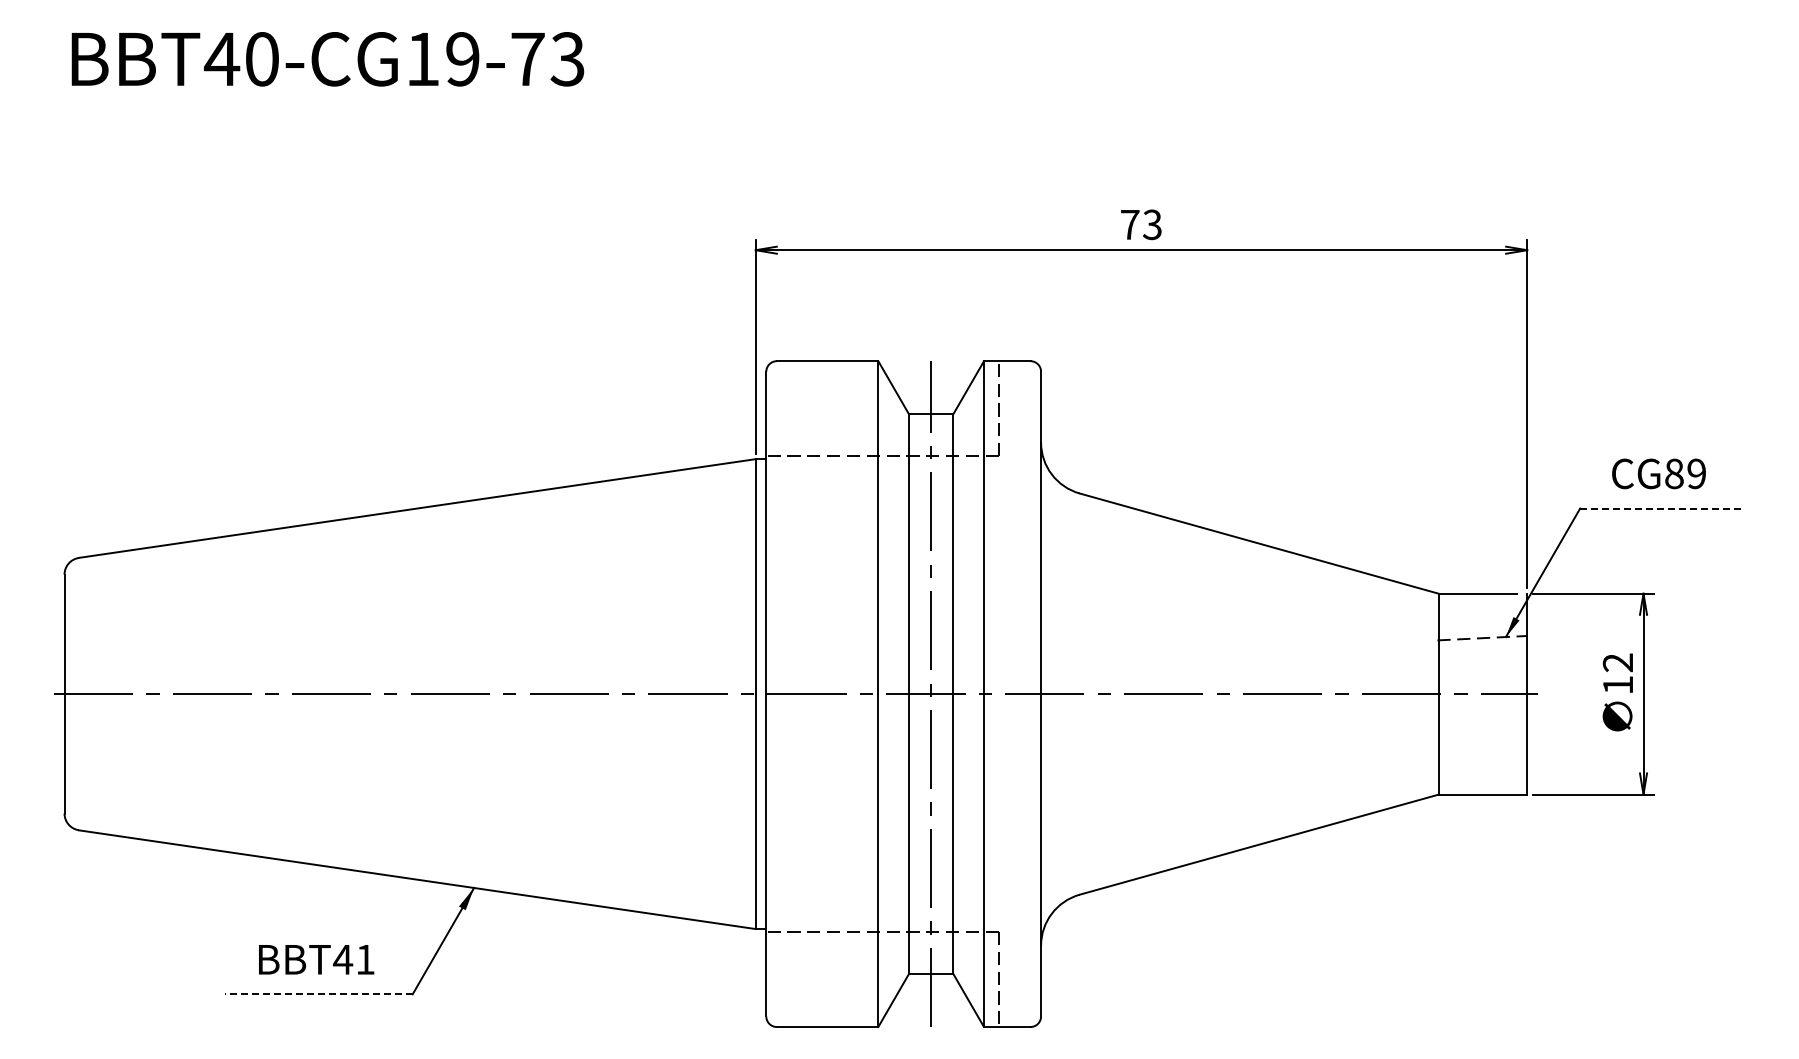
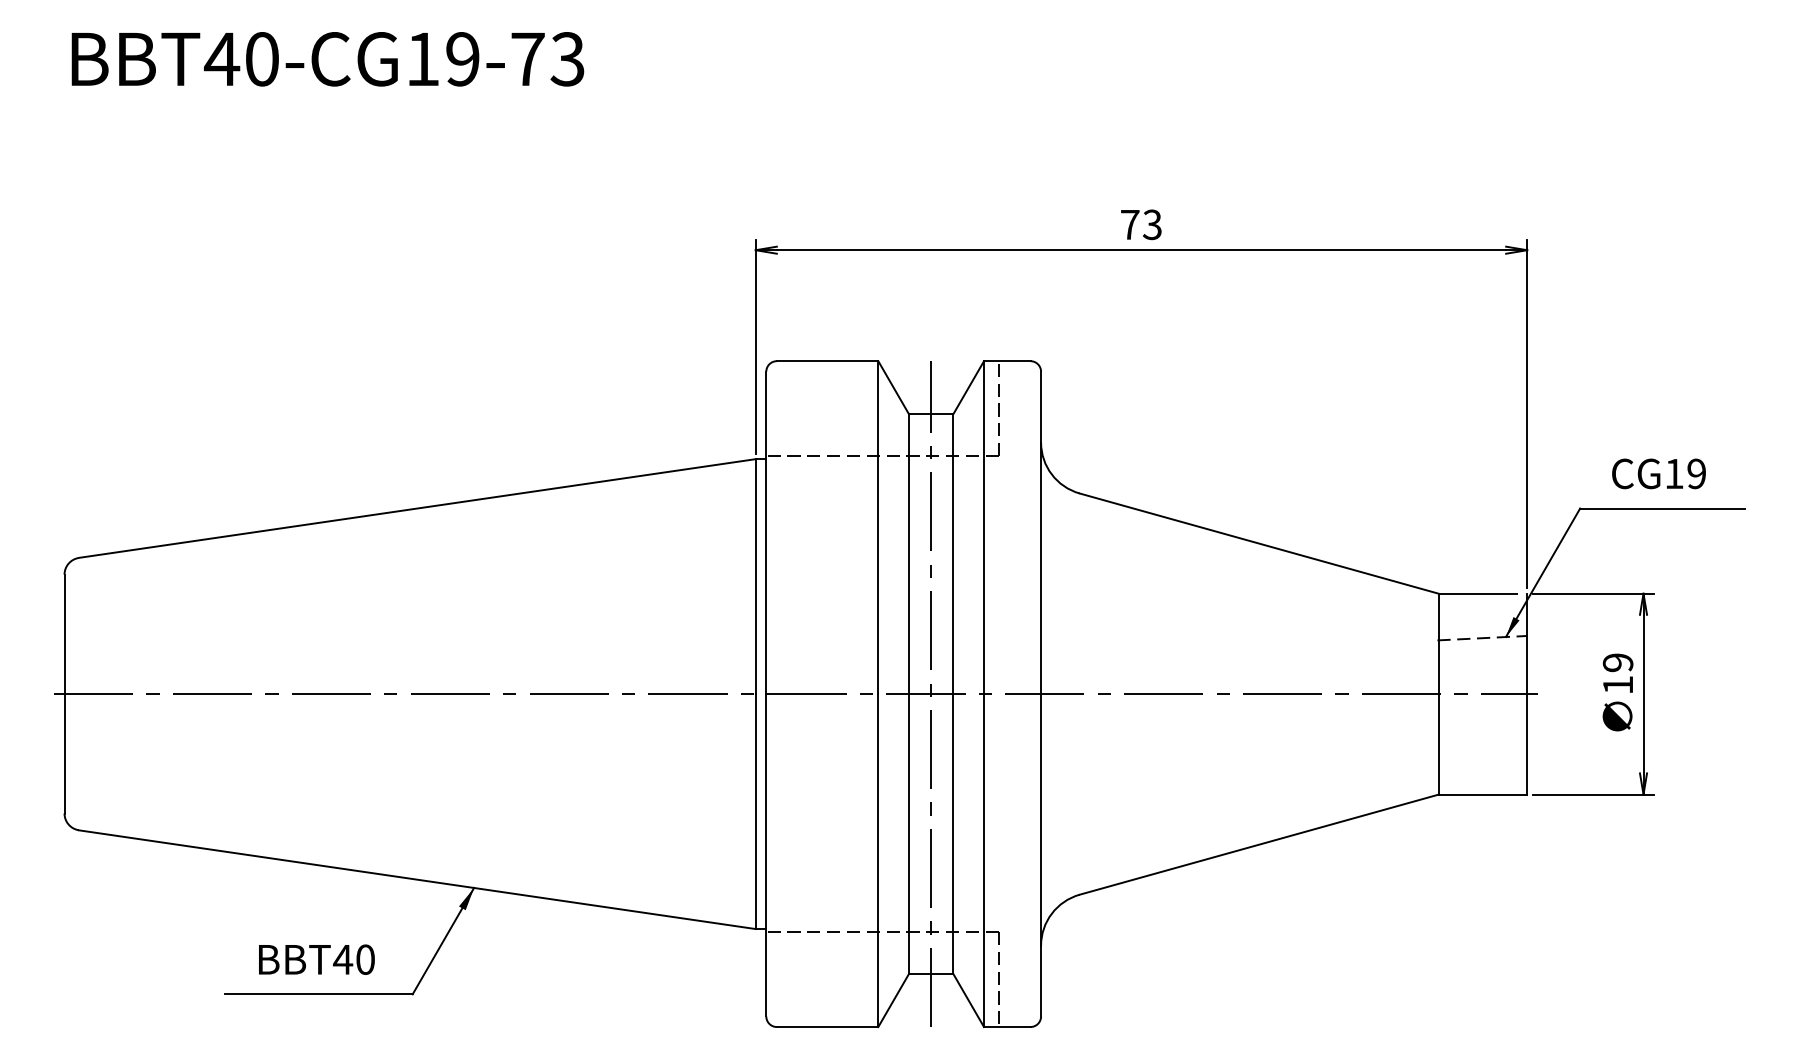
text at (1674, 473): CG89 -> CG19
line at (1663, 508): dashed -> solid
text at (1618, 662): 12 -> 19
text at (365, 959): BBT41 -> BBT40
line at (318, 994): dashed -> solid
